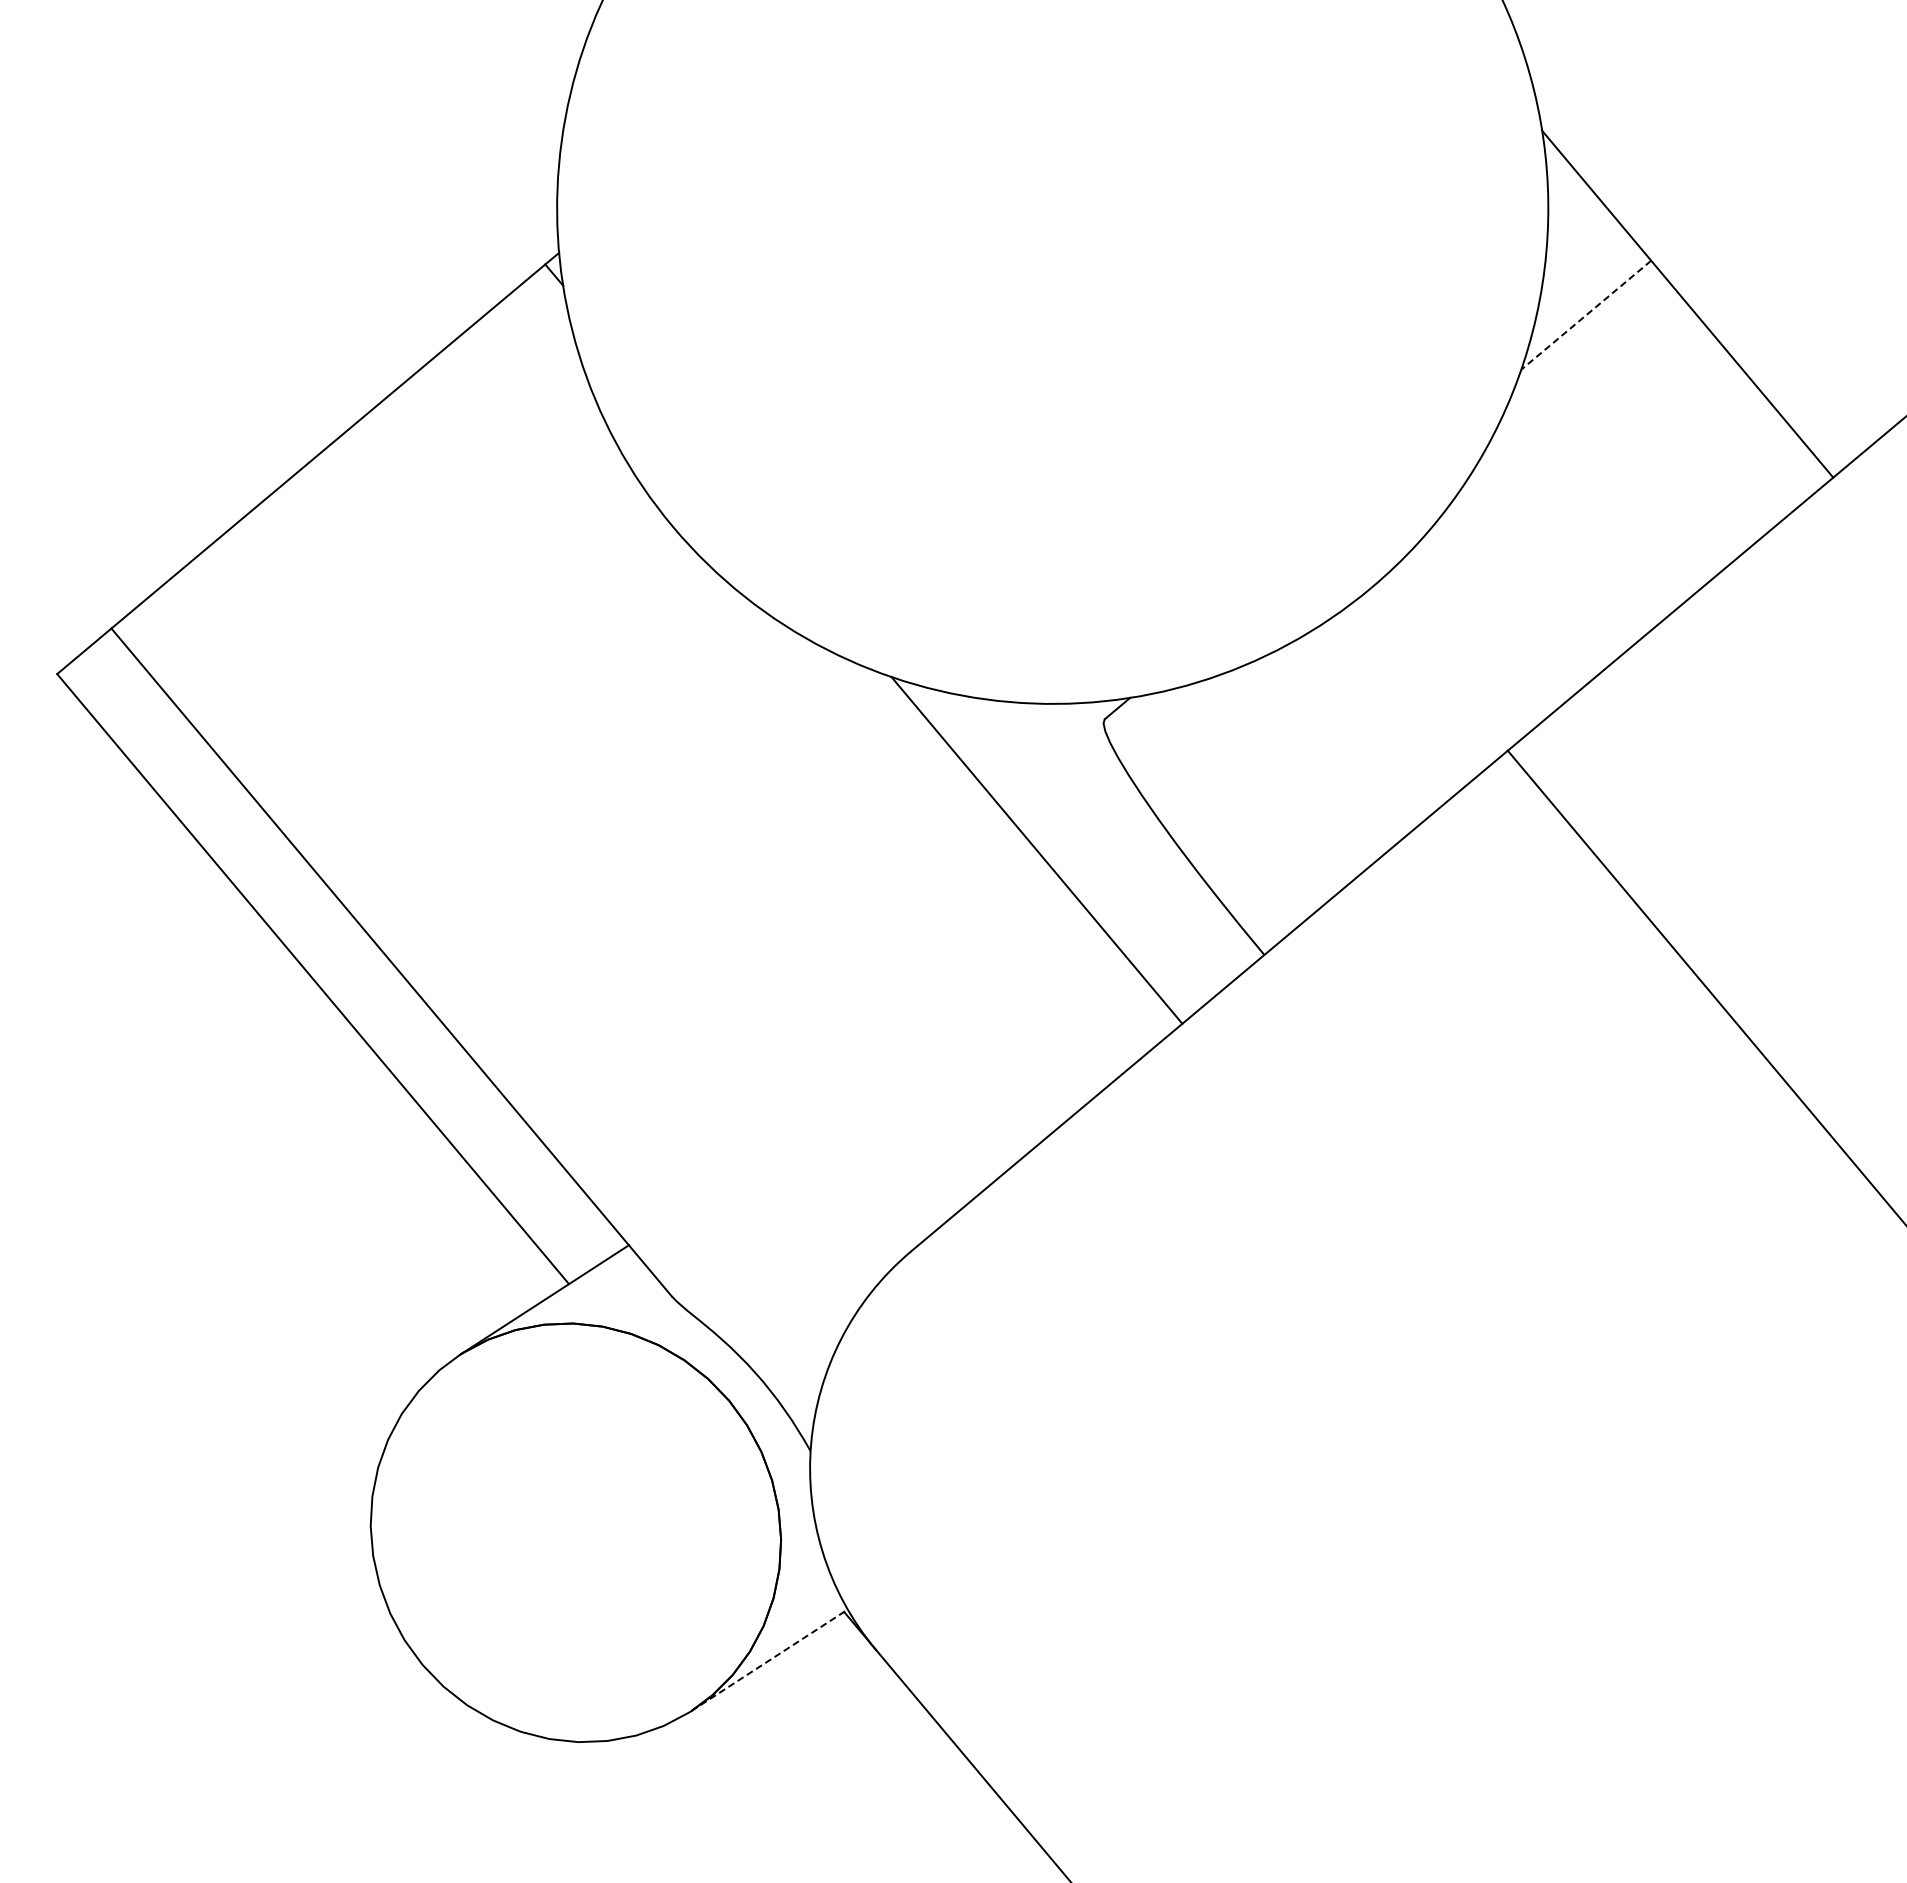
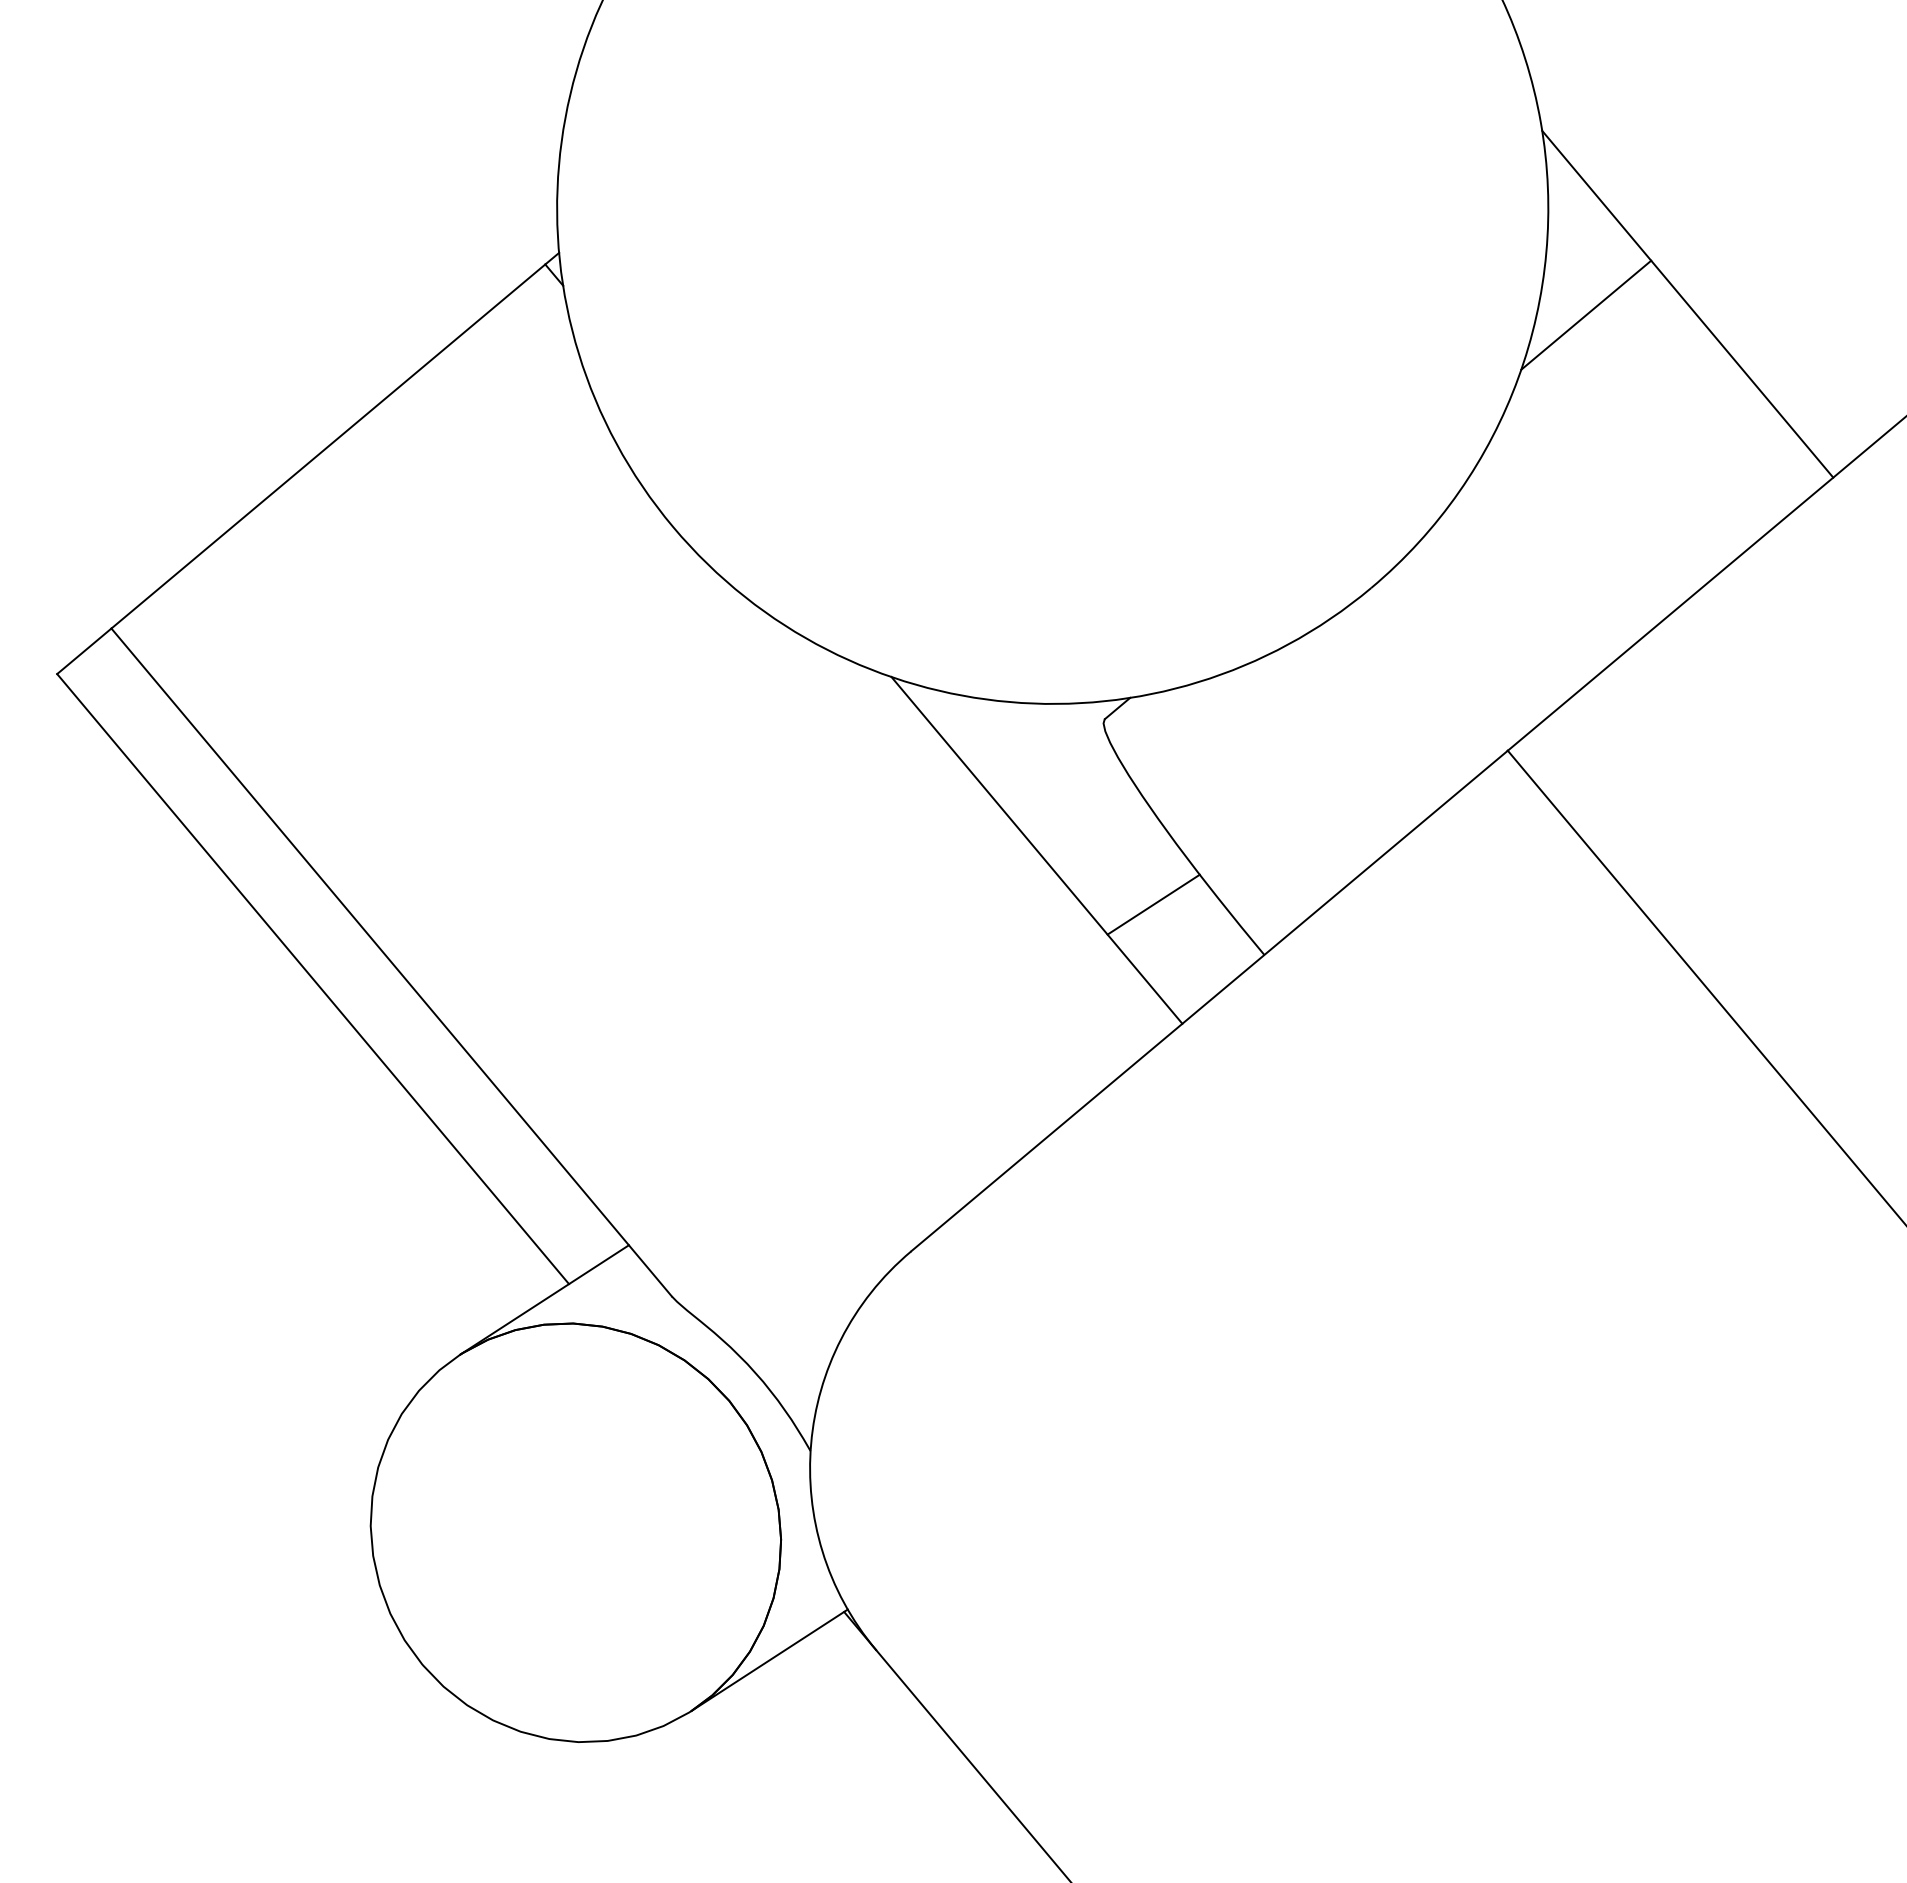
line at (1586, 315): dashed -> solid
line at (1153, 904): none -> present
line at (770, 1660): dashed -> solid
